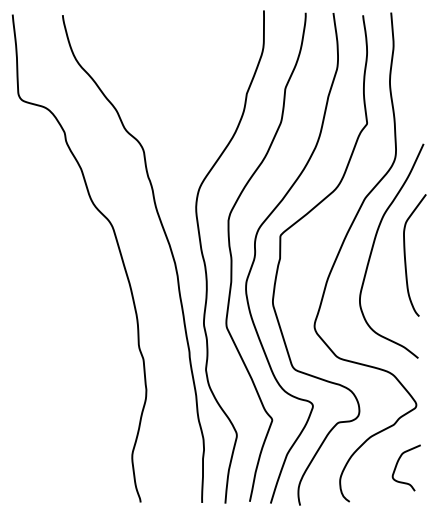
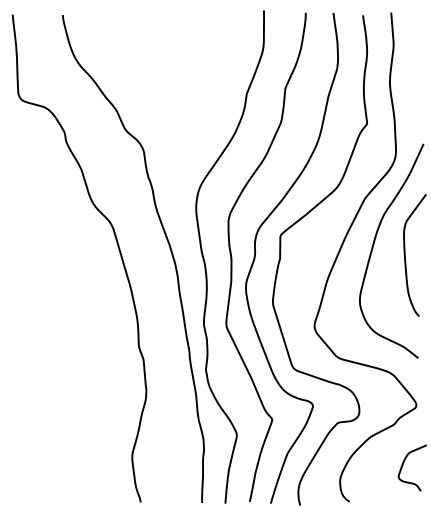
curve at (397, 465) position: (397, 465) -> (403, 465)
